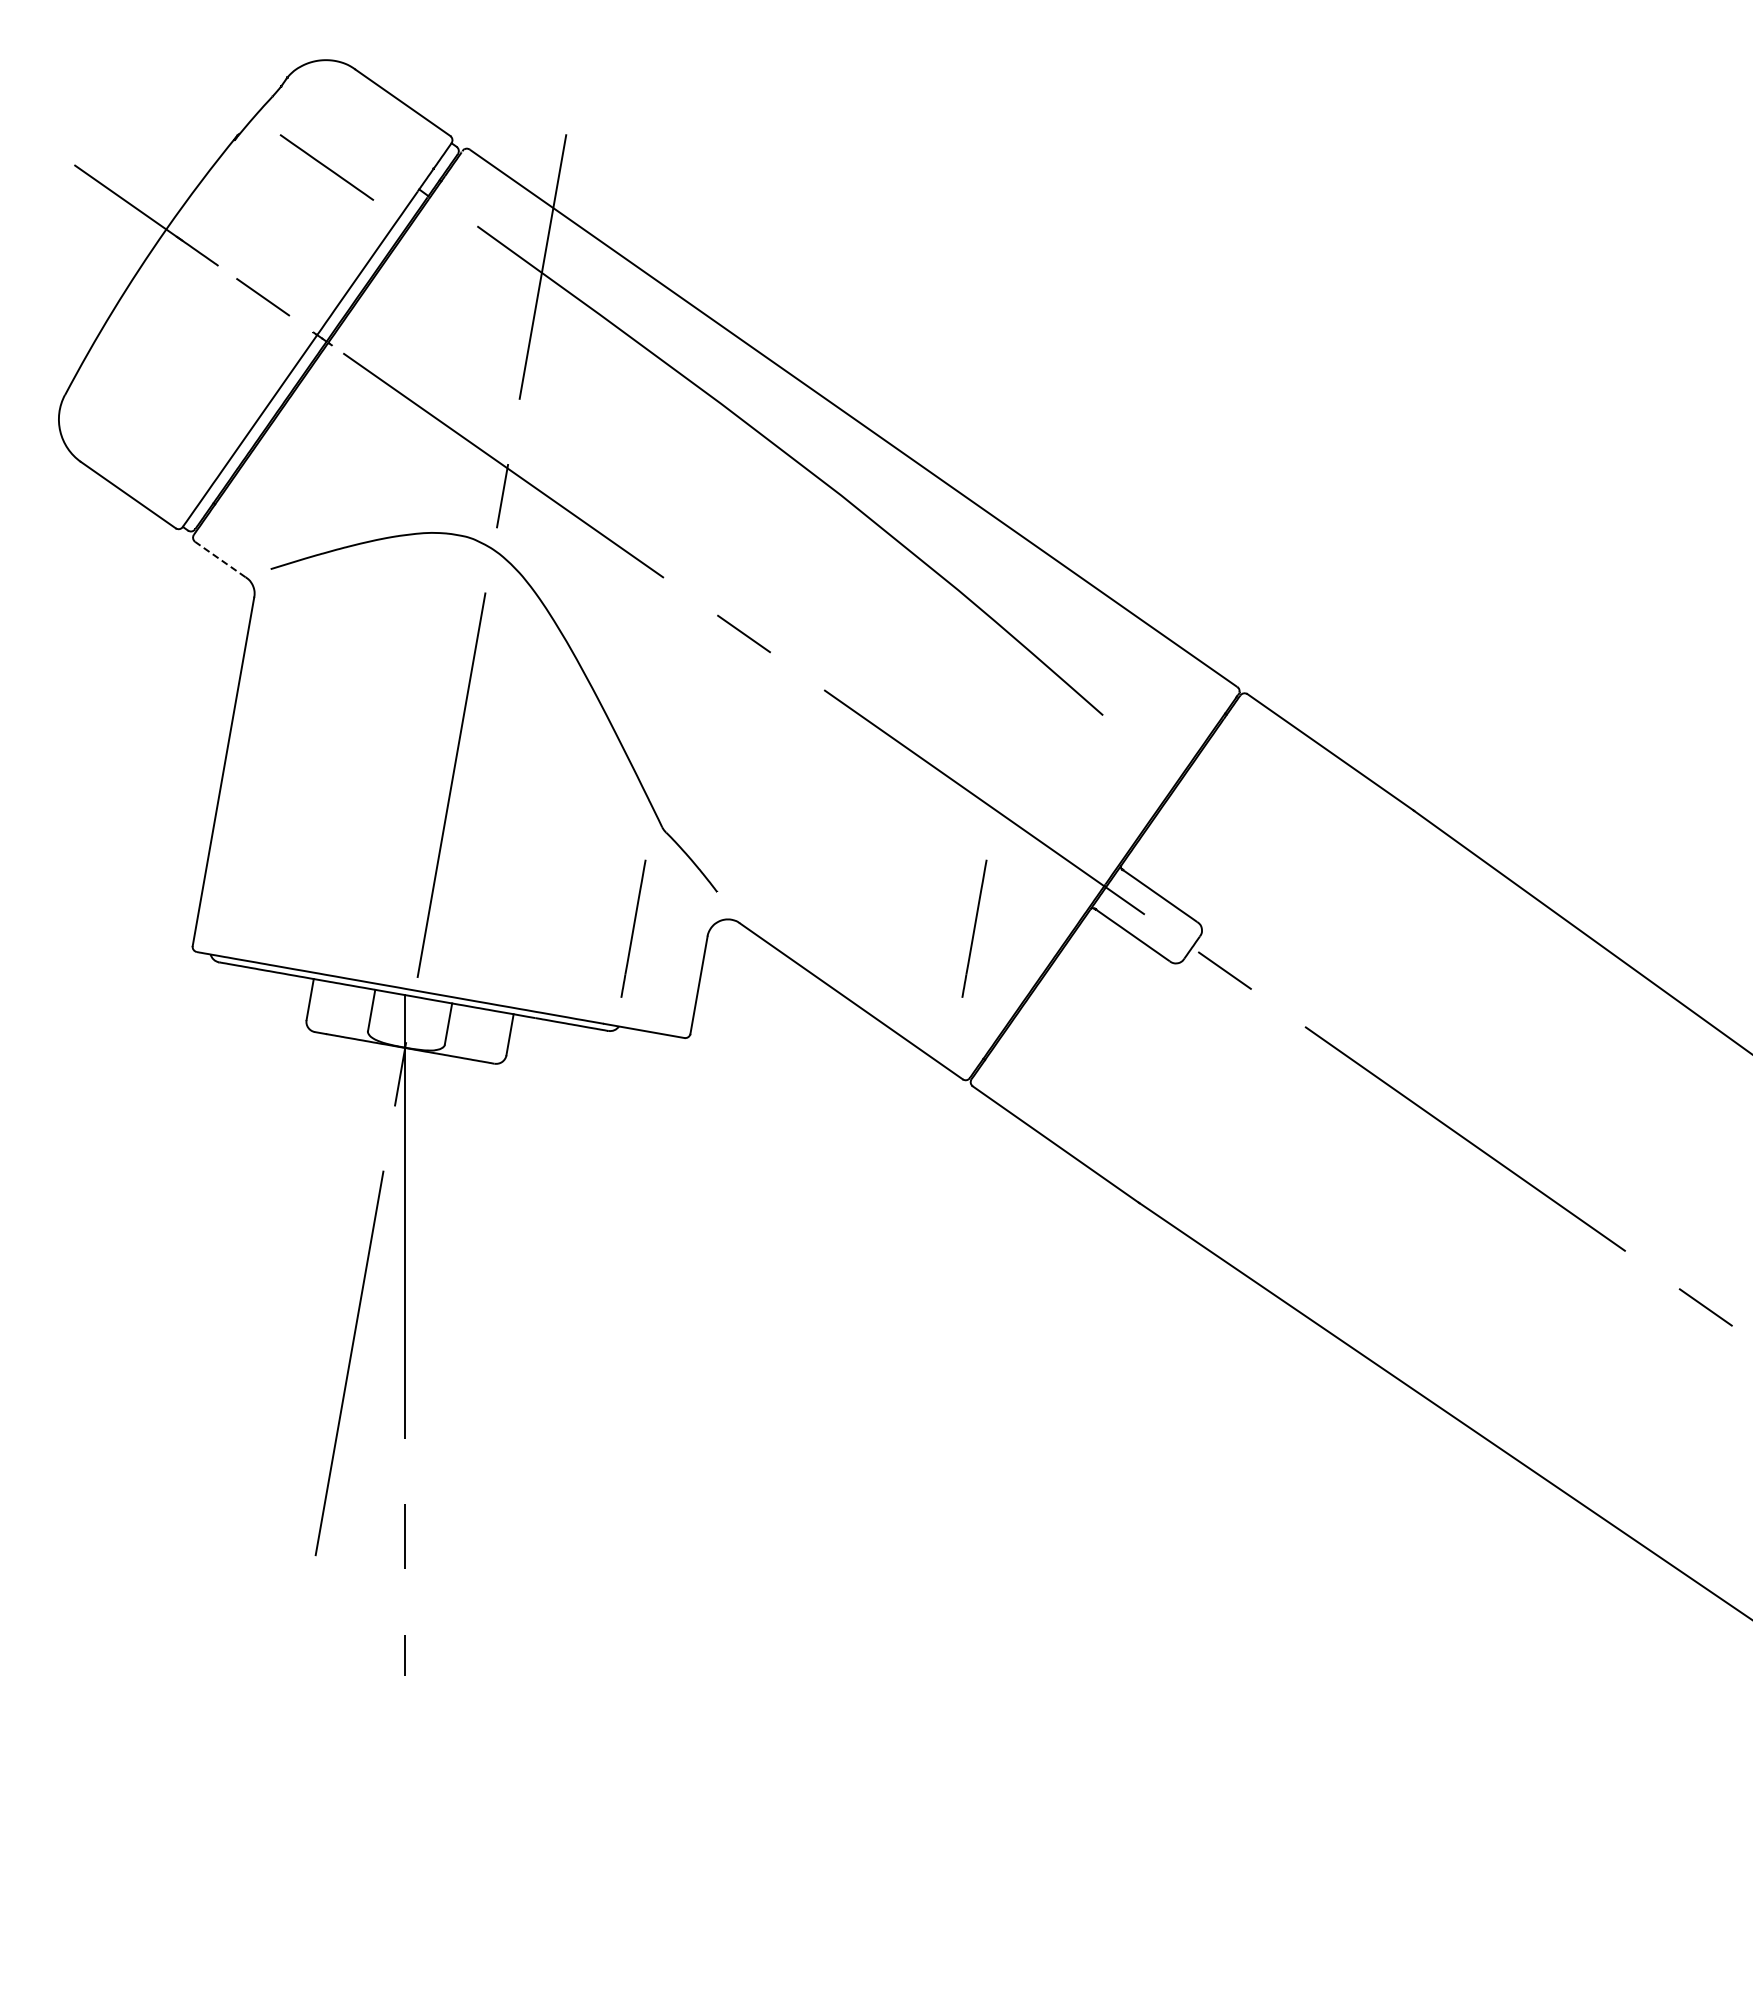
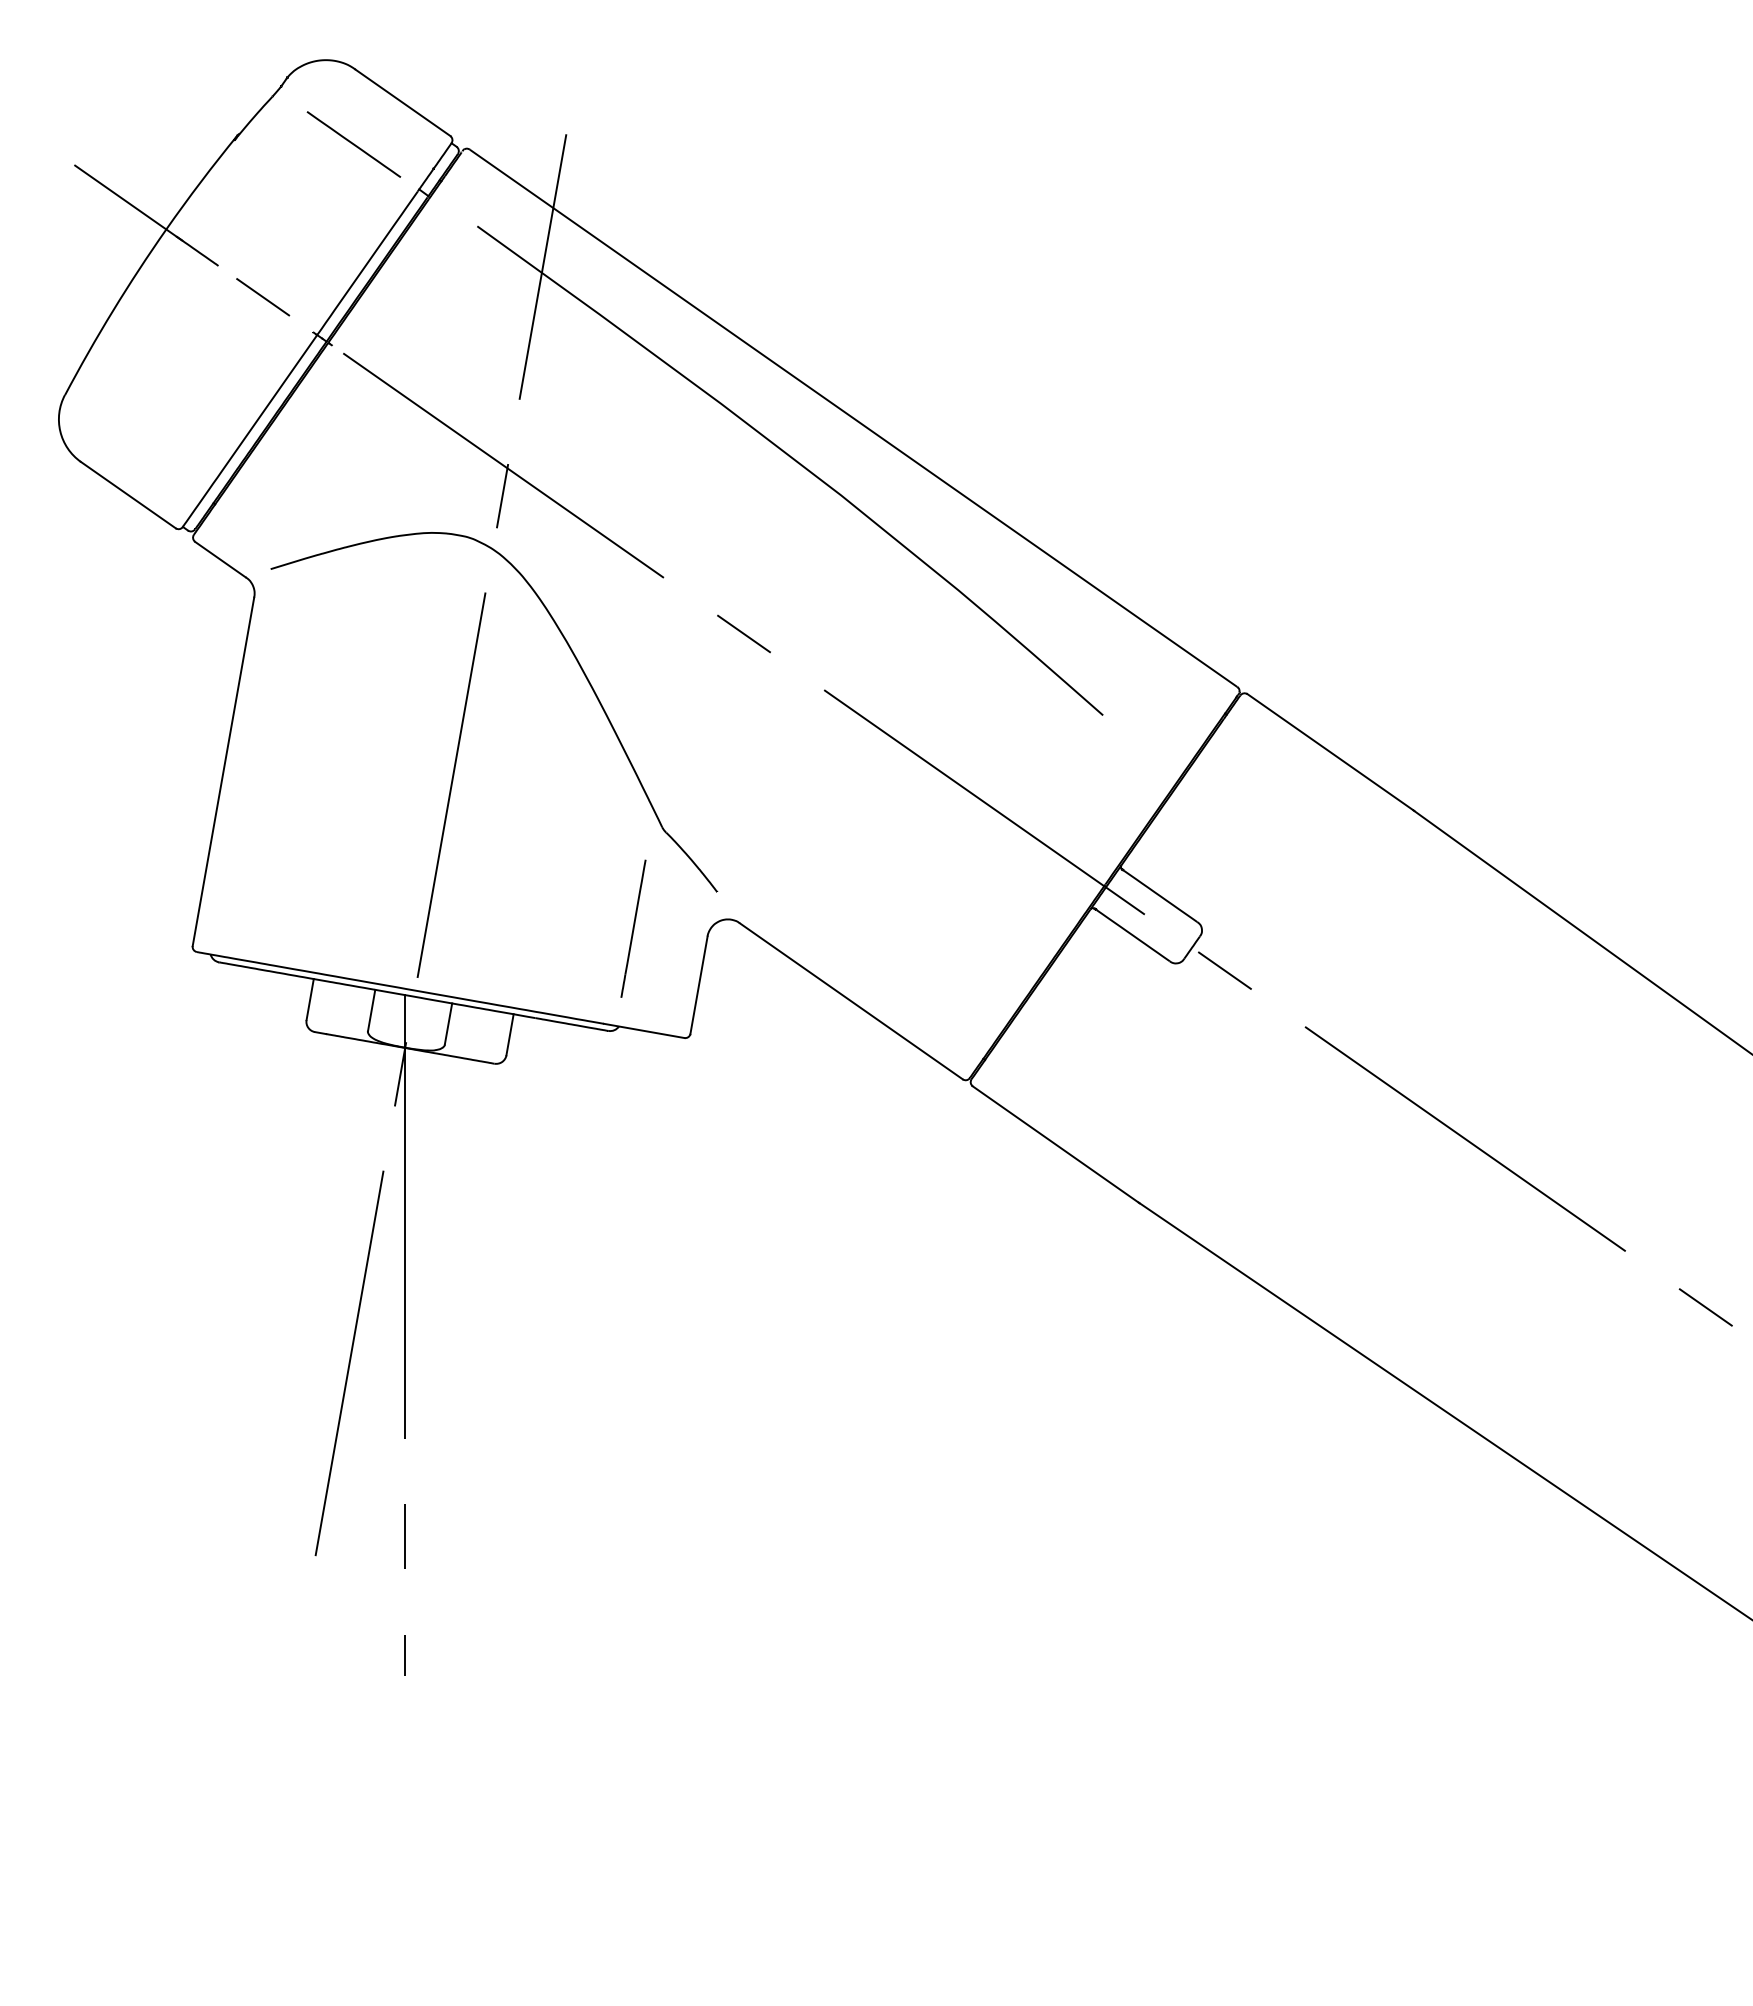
line at (326, 167) position: (326, 167) -> (353, 144)
line at (220, 559): dashed -> solid
line at (974, 928): present -> none
